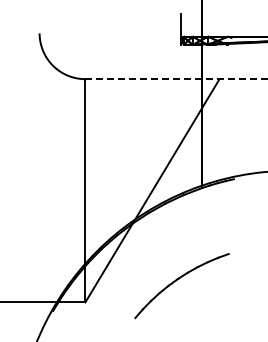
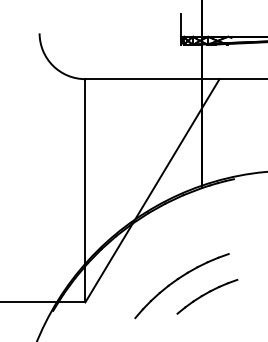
line at (176, 79): dashed -> solid
part at (207, 296): none -> present
